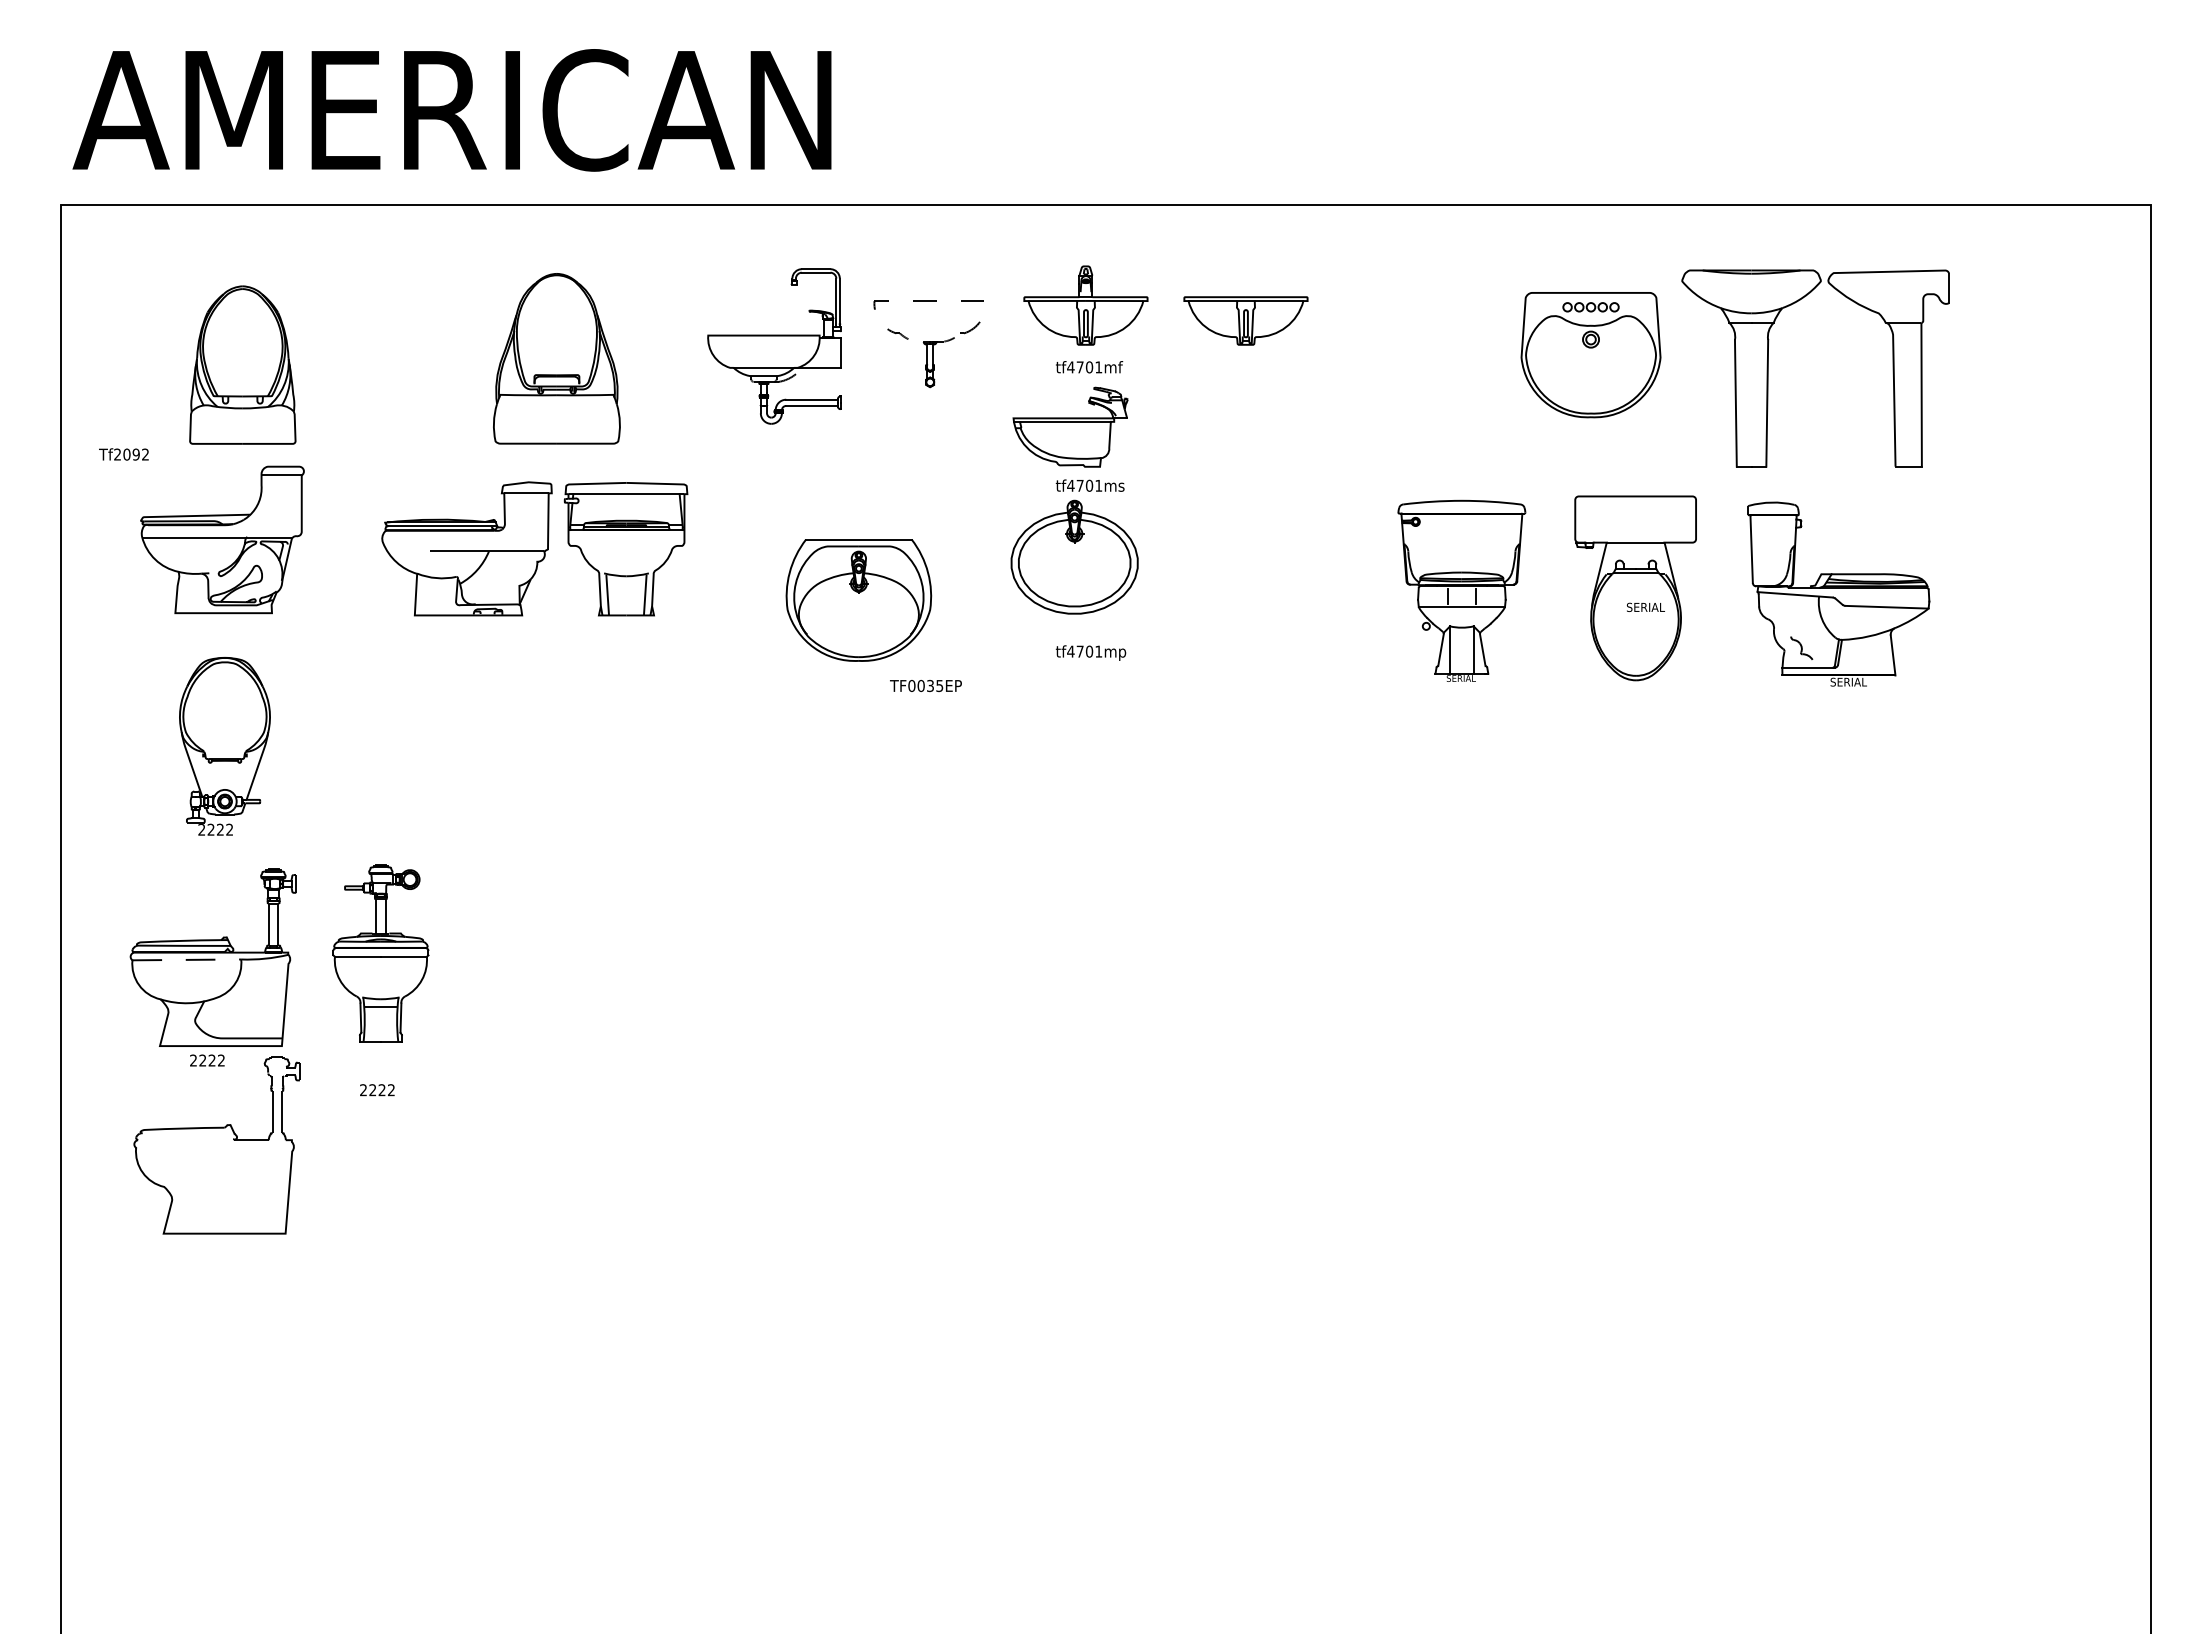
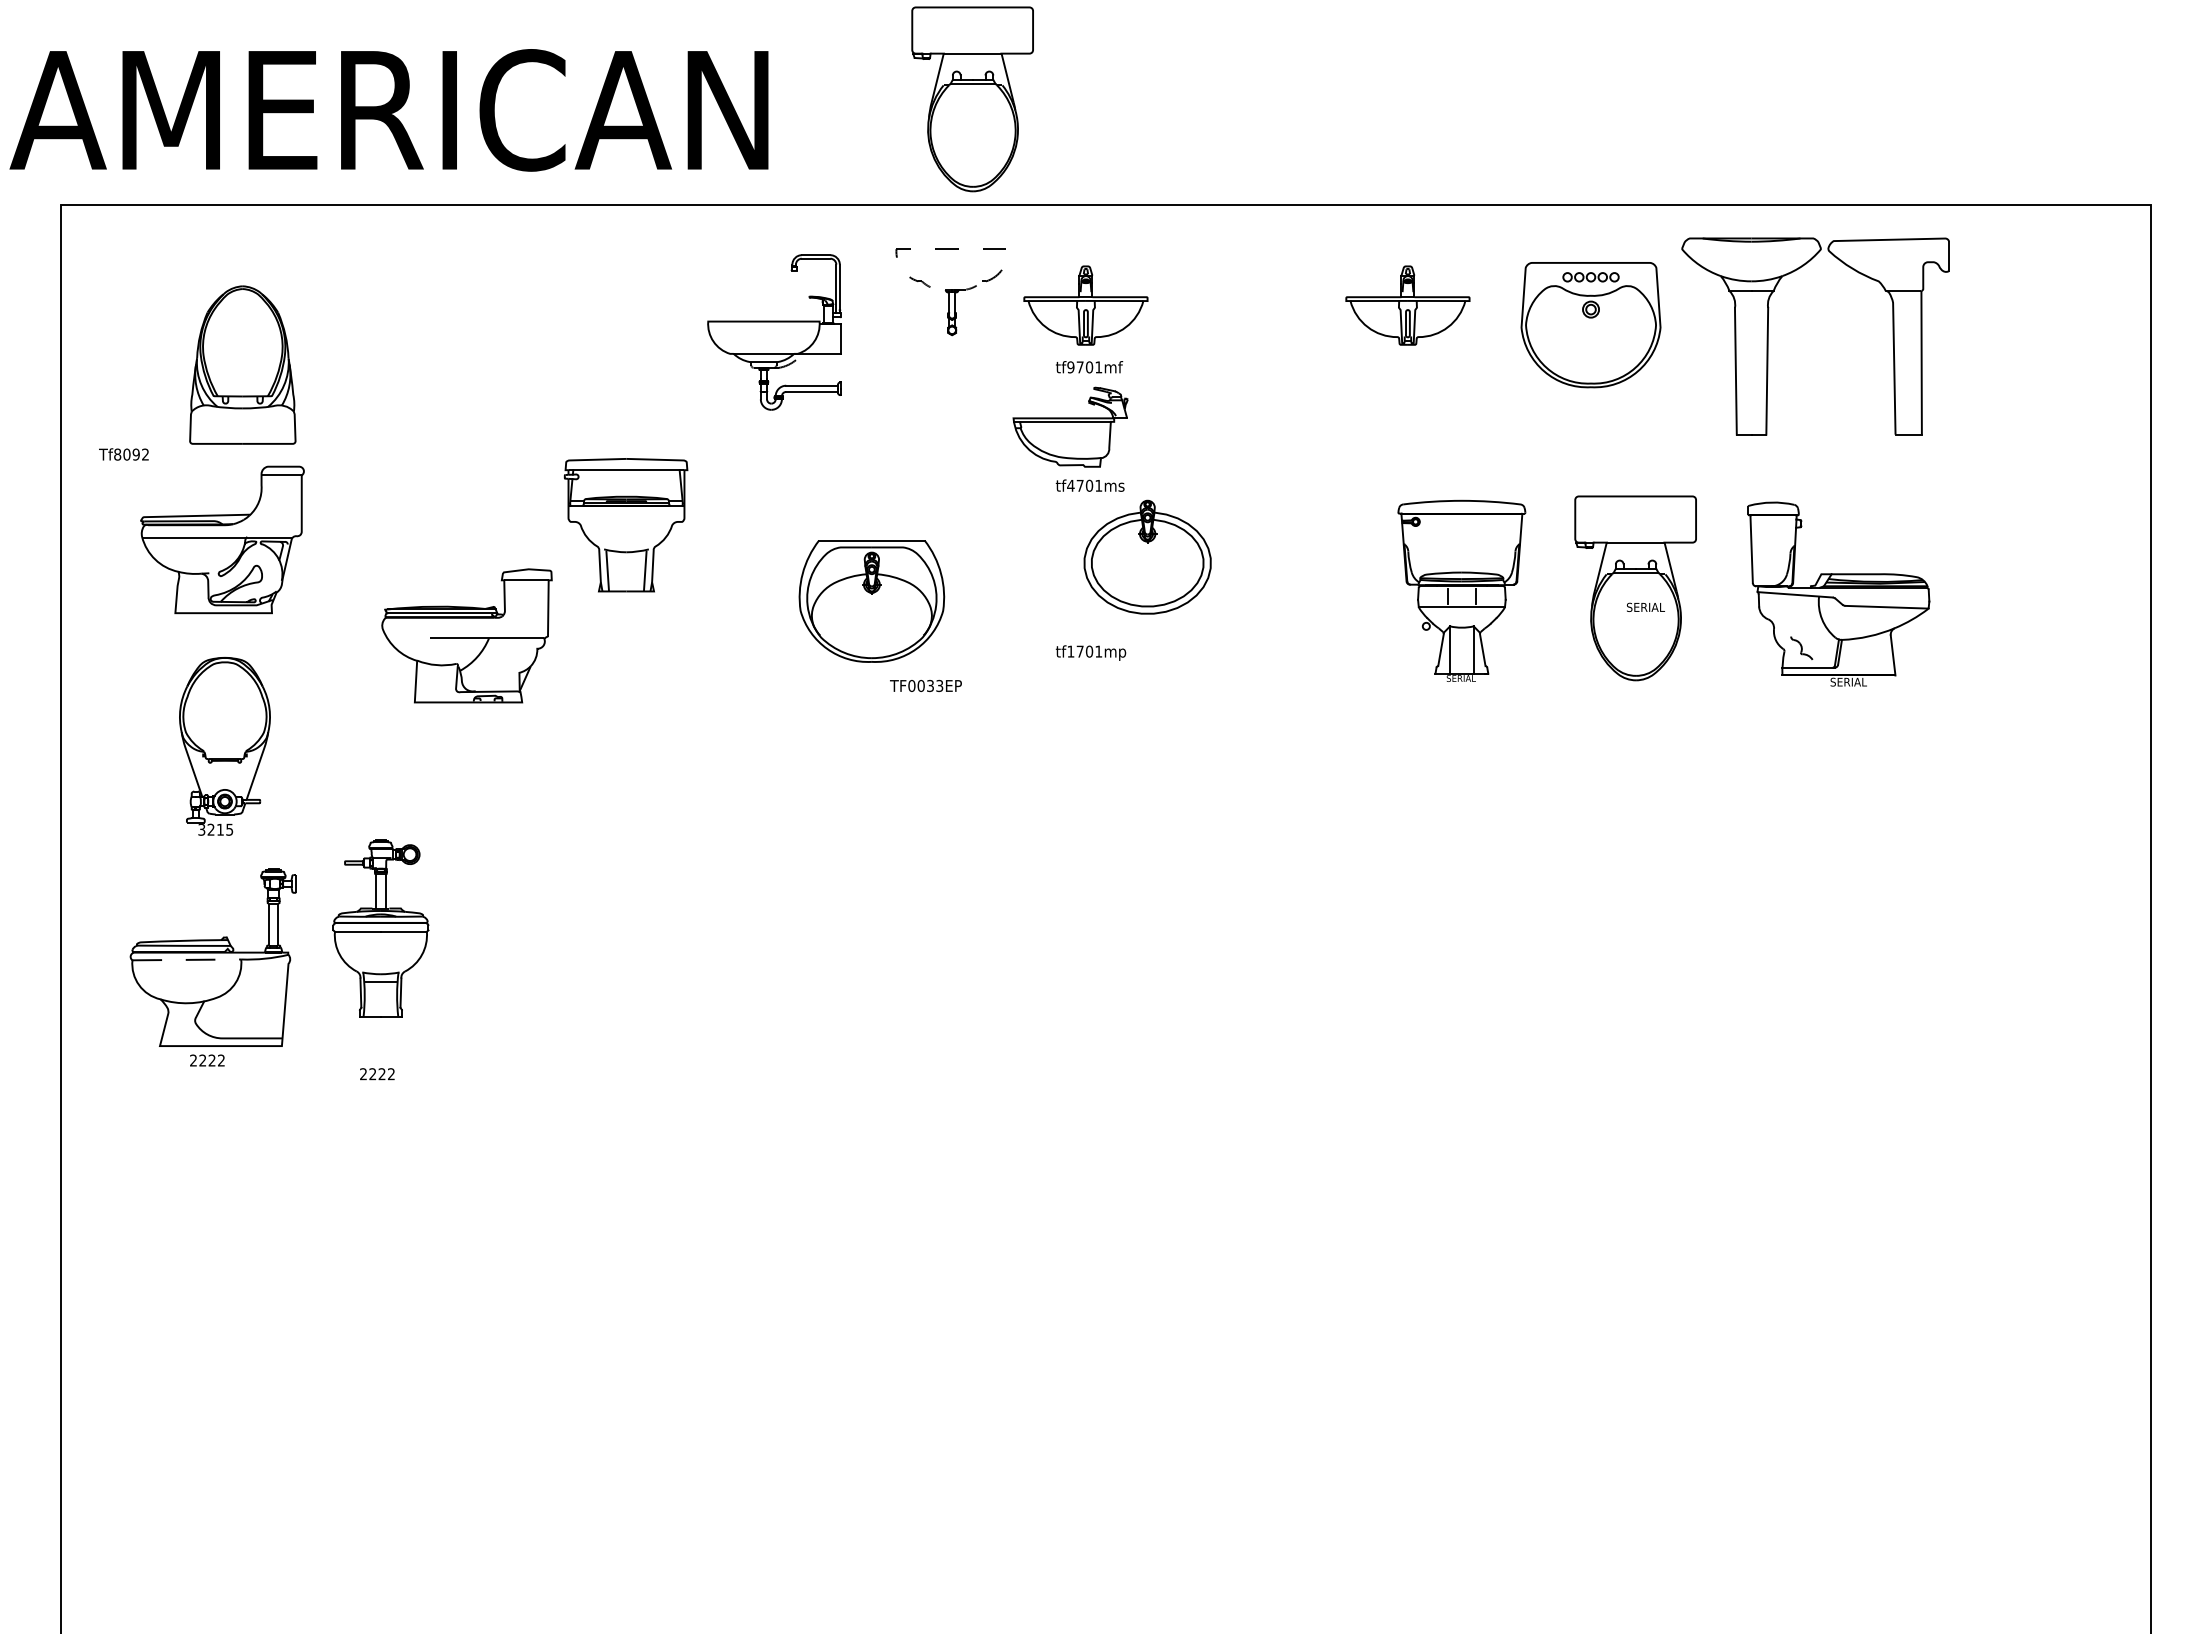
part at (972, 99): none -> present
text at (451, 110) position: (451, 110) -> (388, 110)
part at (1407, 305): none -> present
part at (1245, 320): present -> none
part at (928, 344) position: (928, 344) -> (950, 292)
part at (774, 346) position: (774, 346) -> (774, 332)
part at (1590, 355) position: (1590, 355) -> (1590, 325)
part at (556, 358): present -> none
text at (1070, 367): tf4701mf -> tf9701mf
part at (1768, 368) position: (1768, 368) -> (1768, 336)
text at (117, 454): Tf2092 -> Tf8092
part at (466, 548) position: (466, 548) -> (466, 635)
part at (625, 549) position: (625, 549) -> (625, 525)
part at (1074, 556) position: (1074, 556) -> (1147, 556)
part at (858, 600) position: (858, 600) -> (871, 601)
text at (1070, 651): tf4701mp -> tf1701mp
text at (939, 684): TF0035EP -> TF0033EP
text at (215, 829): 2222 -> 3215
part at (380, 953) position: (380, 953) -> (380, 928)
text at (377, 1090) position: (377, 1090) -> (377, 1074)
part at (216, 1145): present -> none
